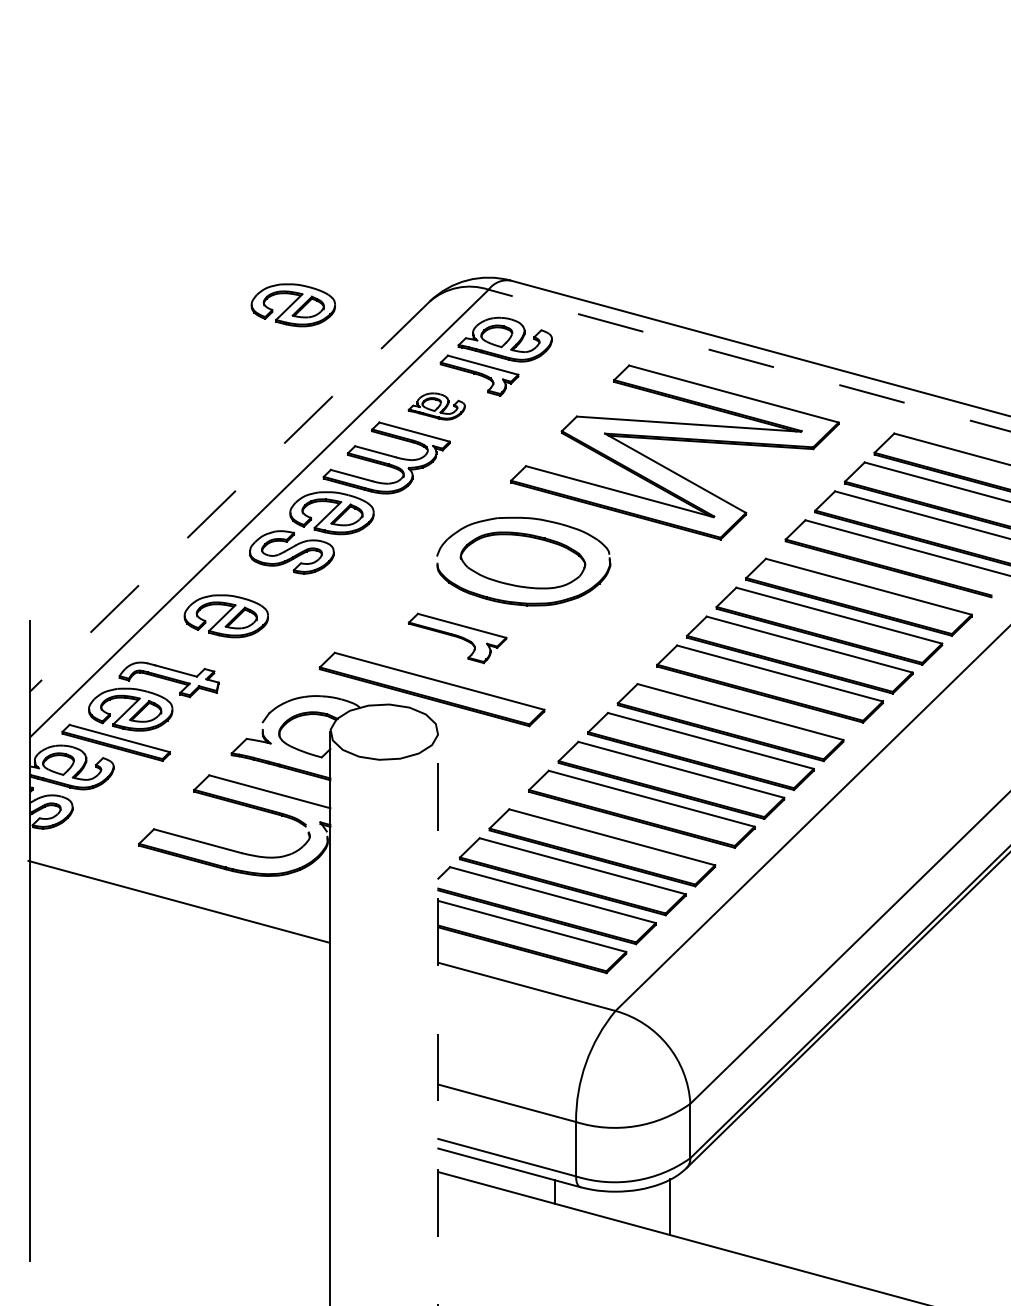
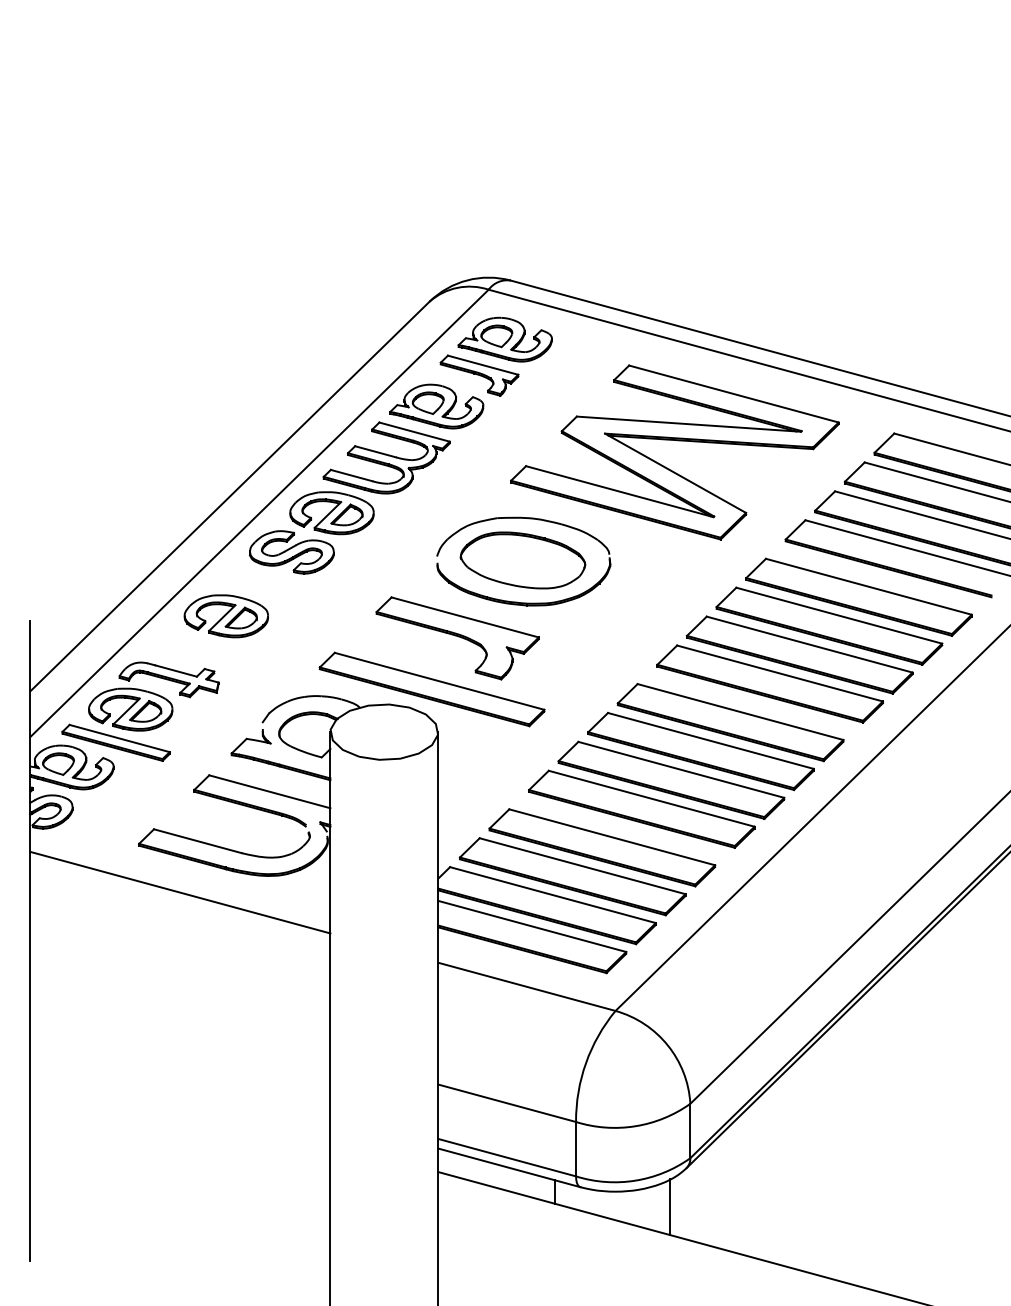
part at (292, 305): present -> none
line at (749, 360): dashed -> solid
part at (436, 406) size: 59x29 px -> 96x47 px
line at (230, 496): dashed -> solid
part at (457, 638) size: 101x53 px -> 165x85 px
line at (178, 901) position: (178, 901) -> (180, 892)
line at (438, 1018): dashed -> solid
